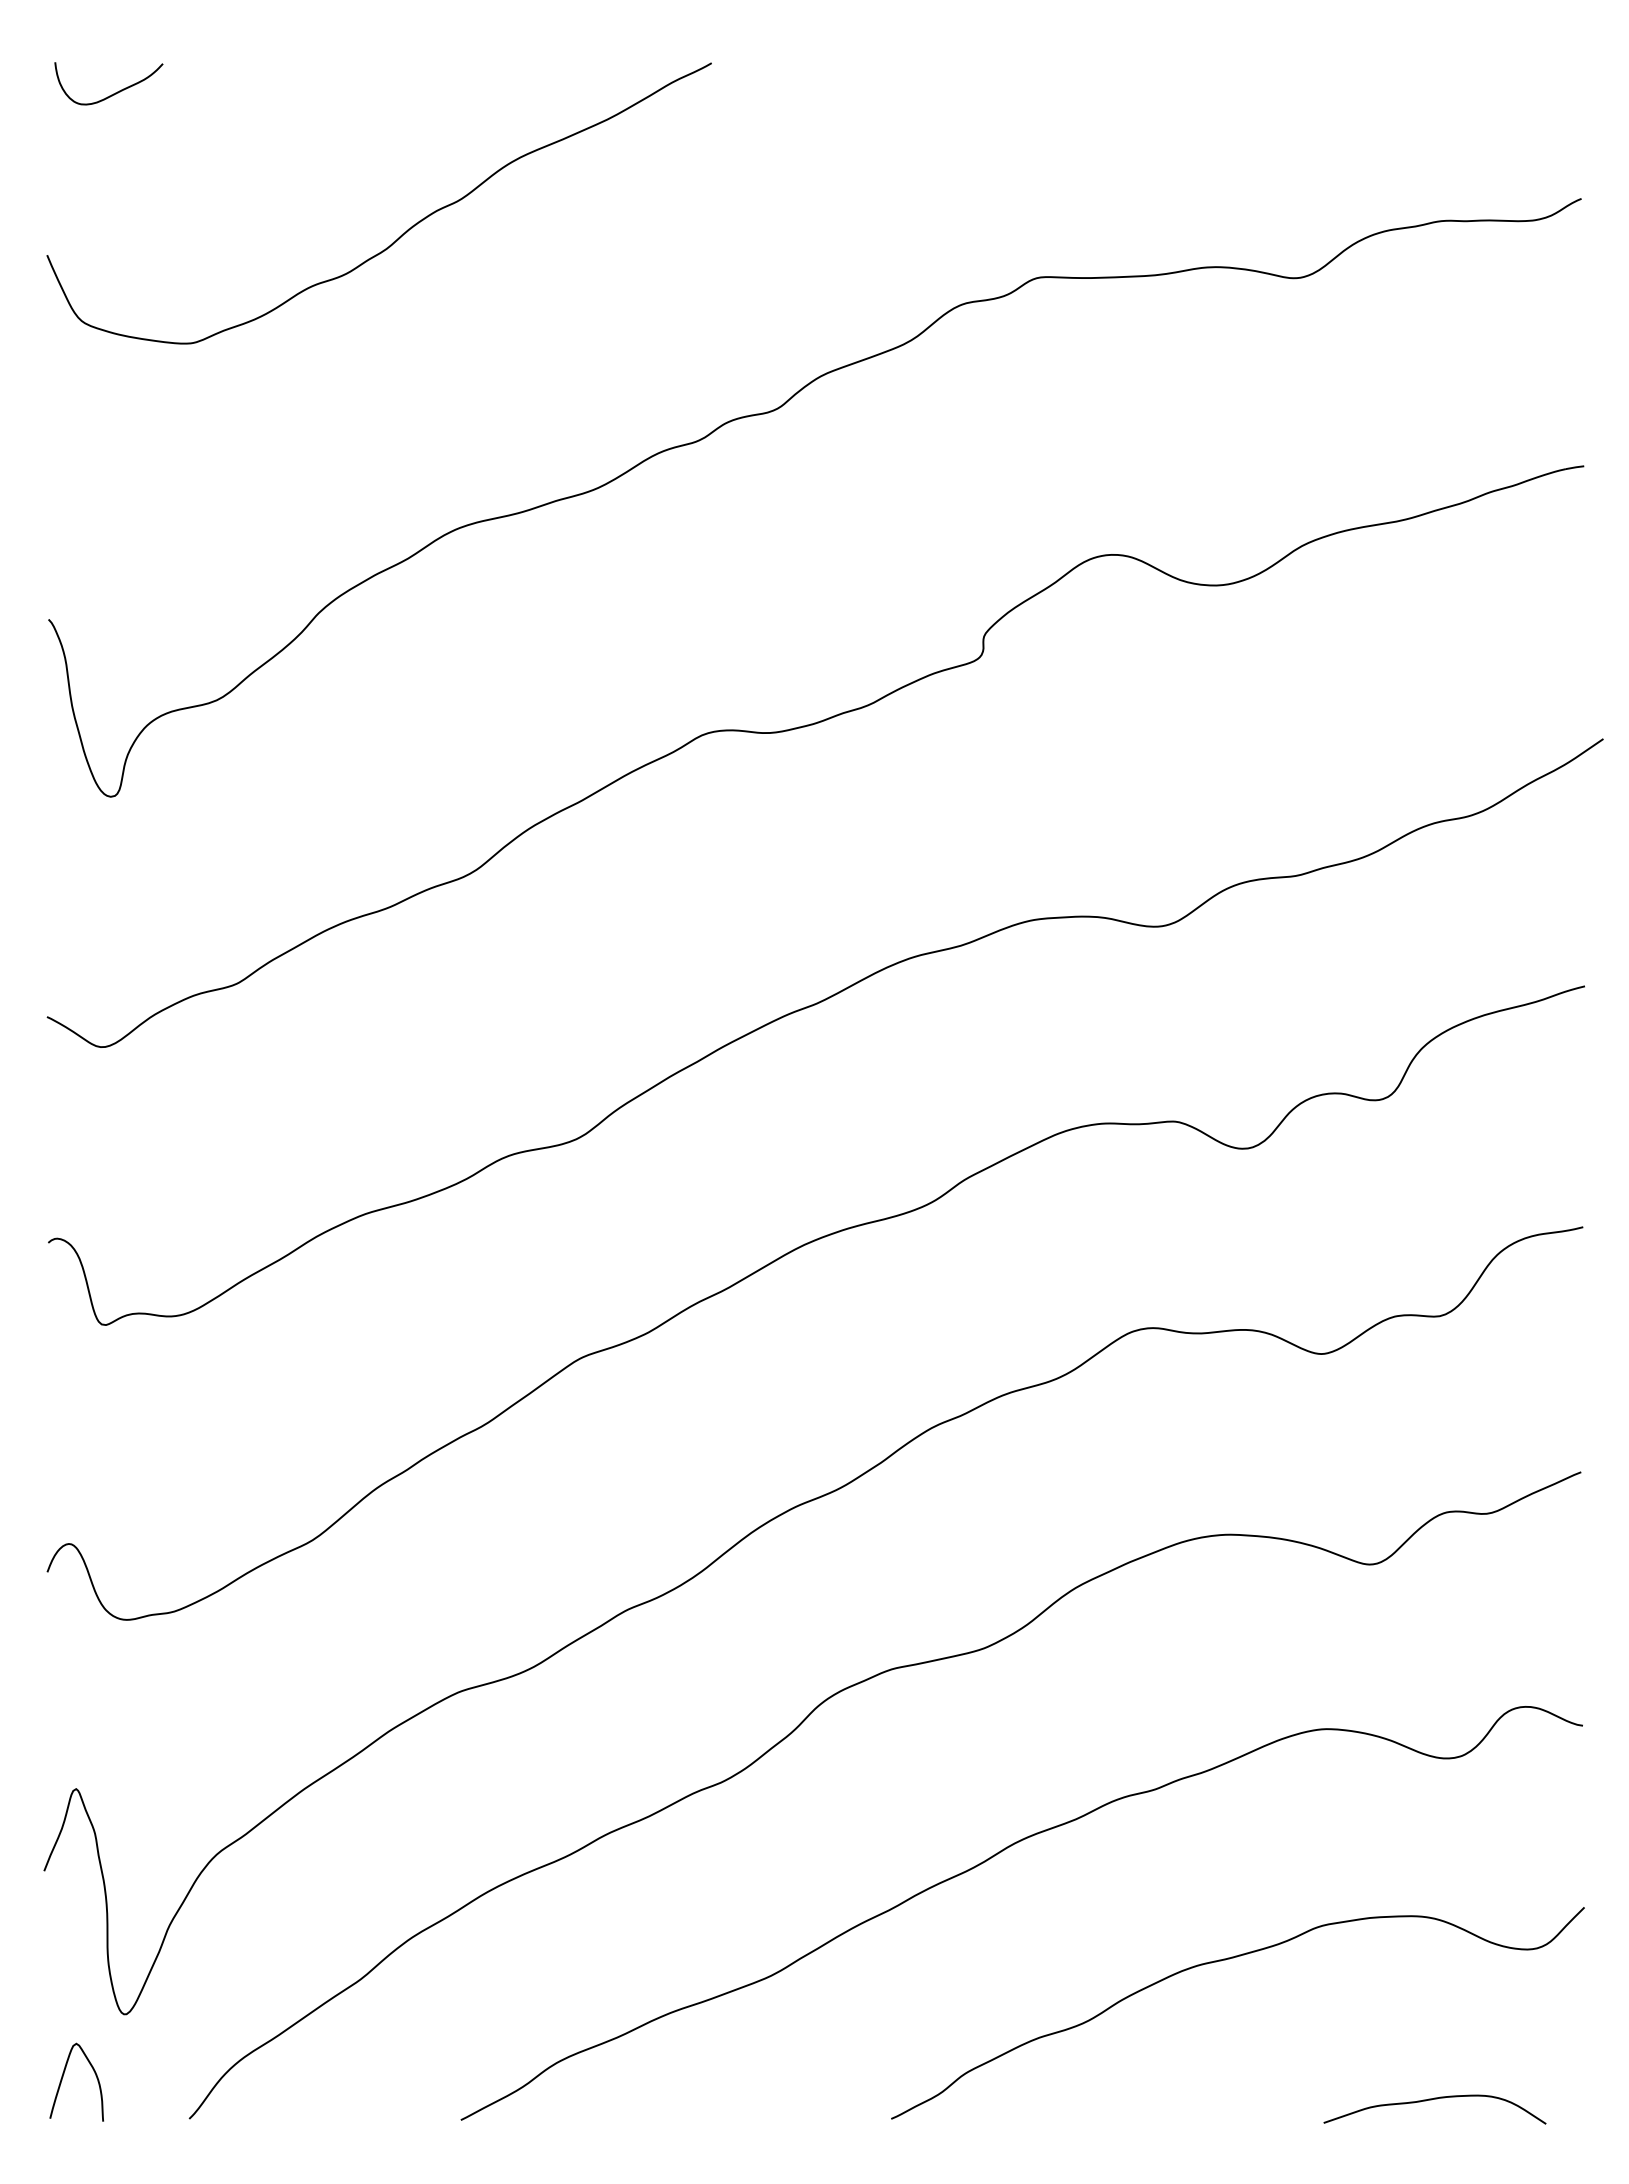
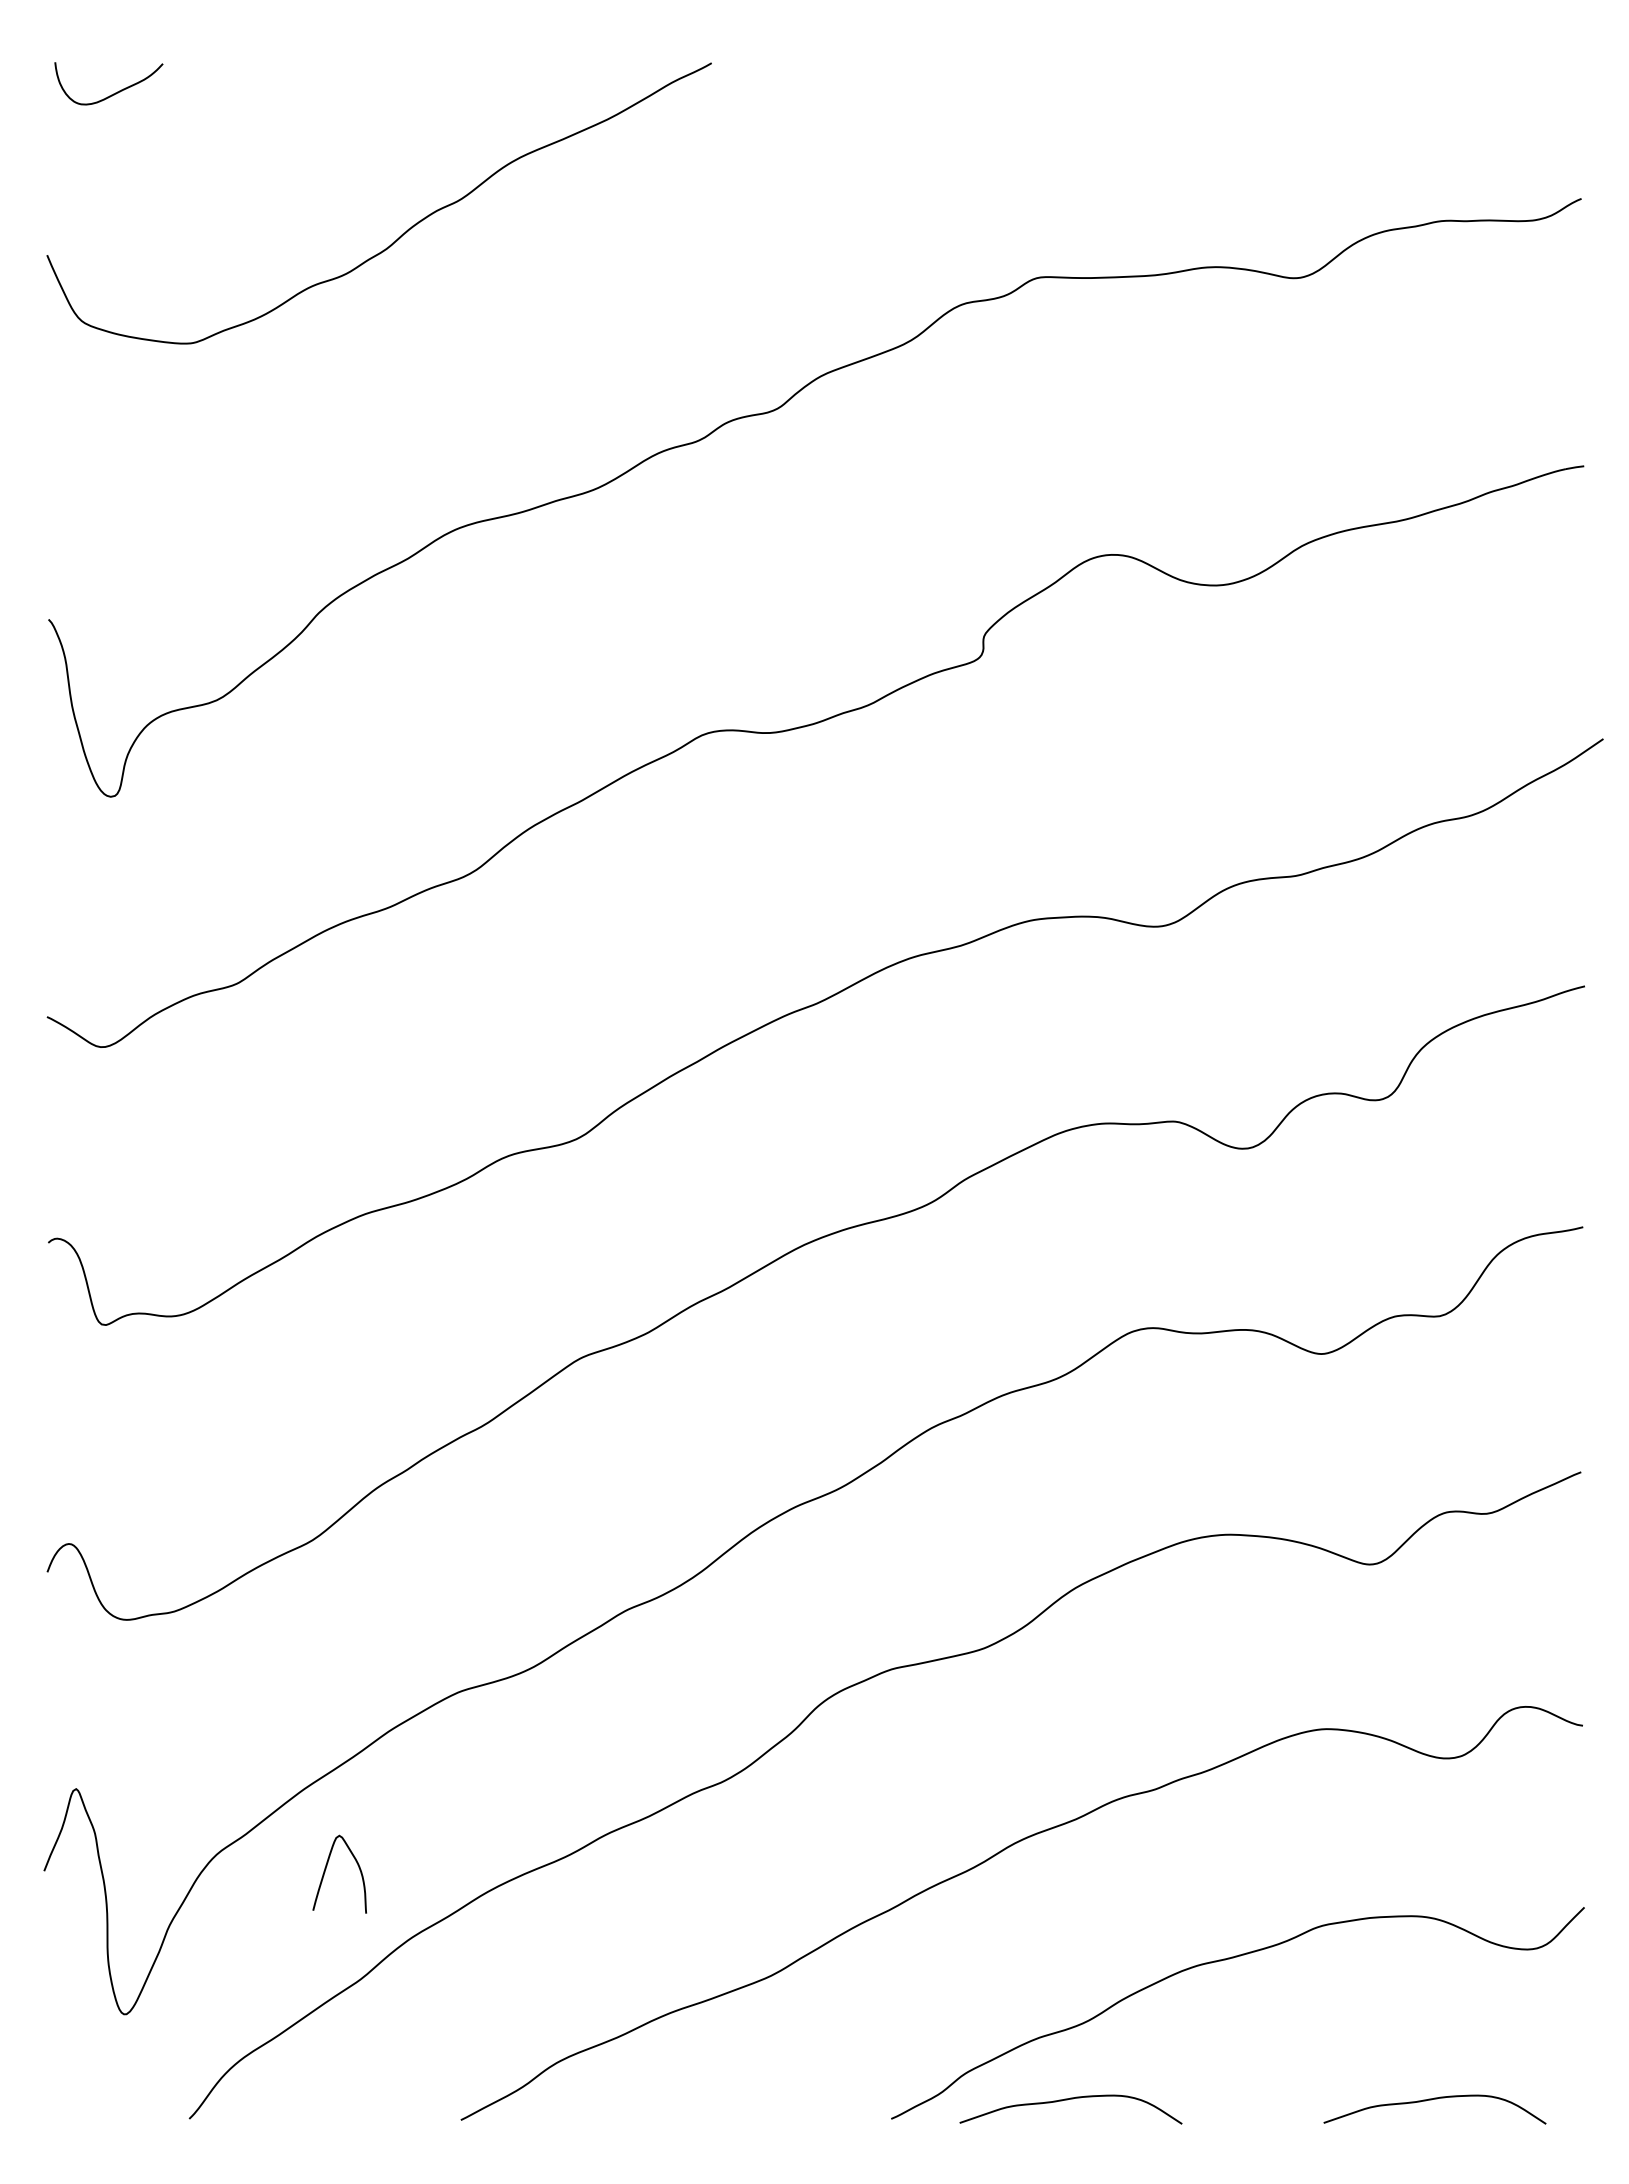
curve at (63, 2077) position: (63, 2077) -> (326, 1869)
curve at (1067, 2100): none -> present
